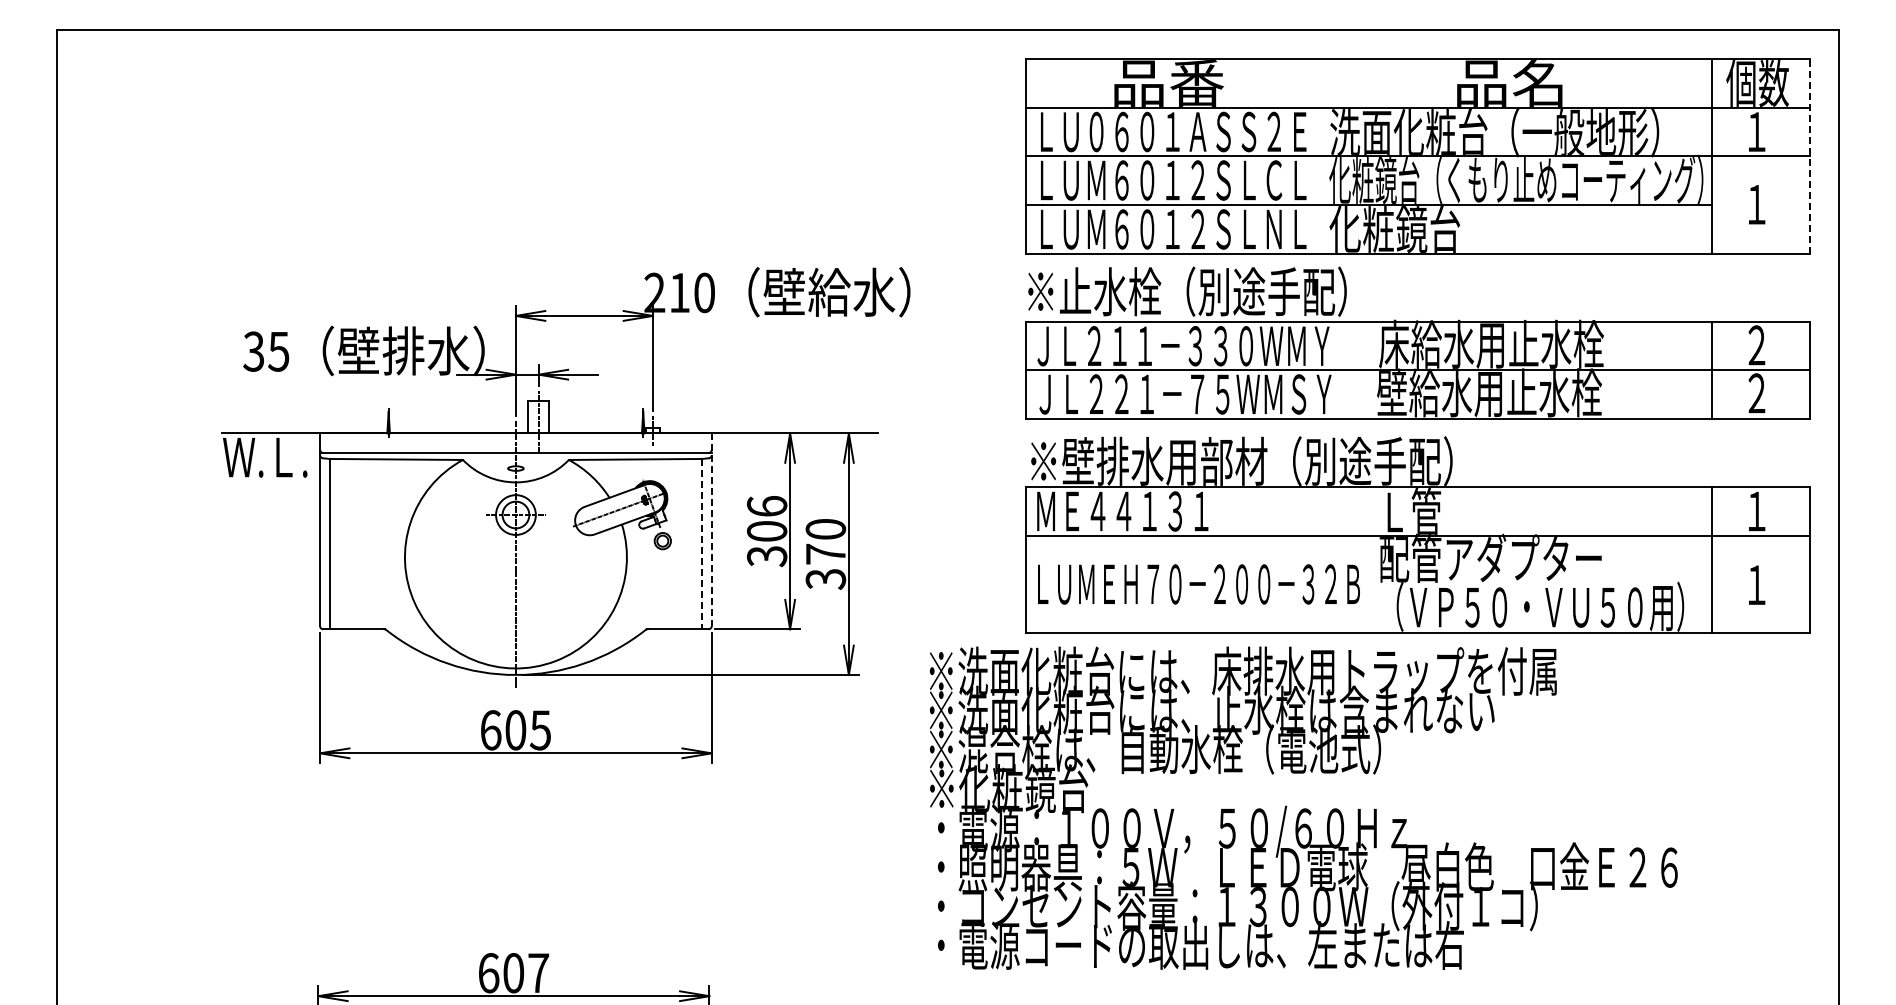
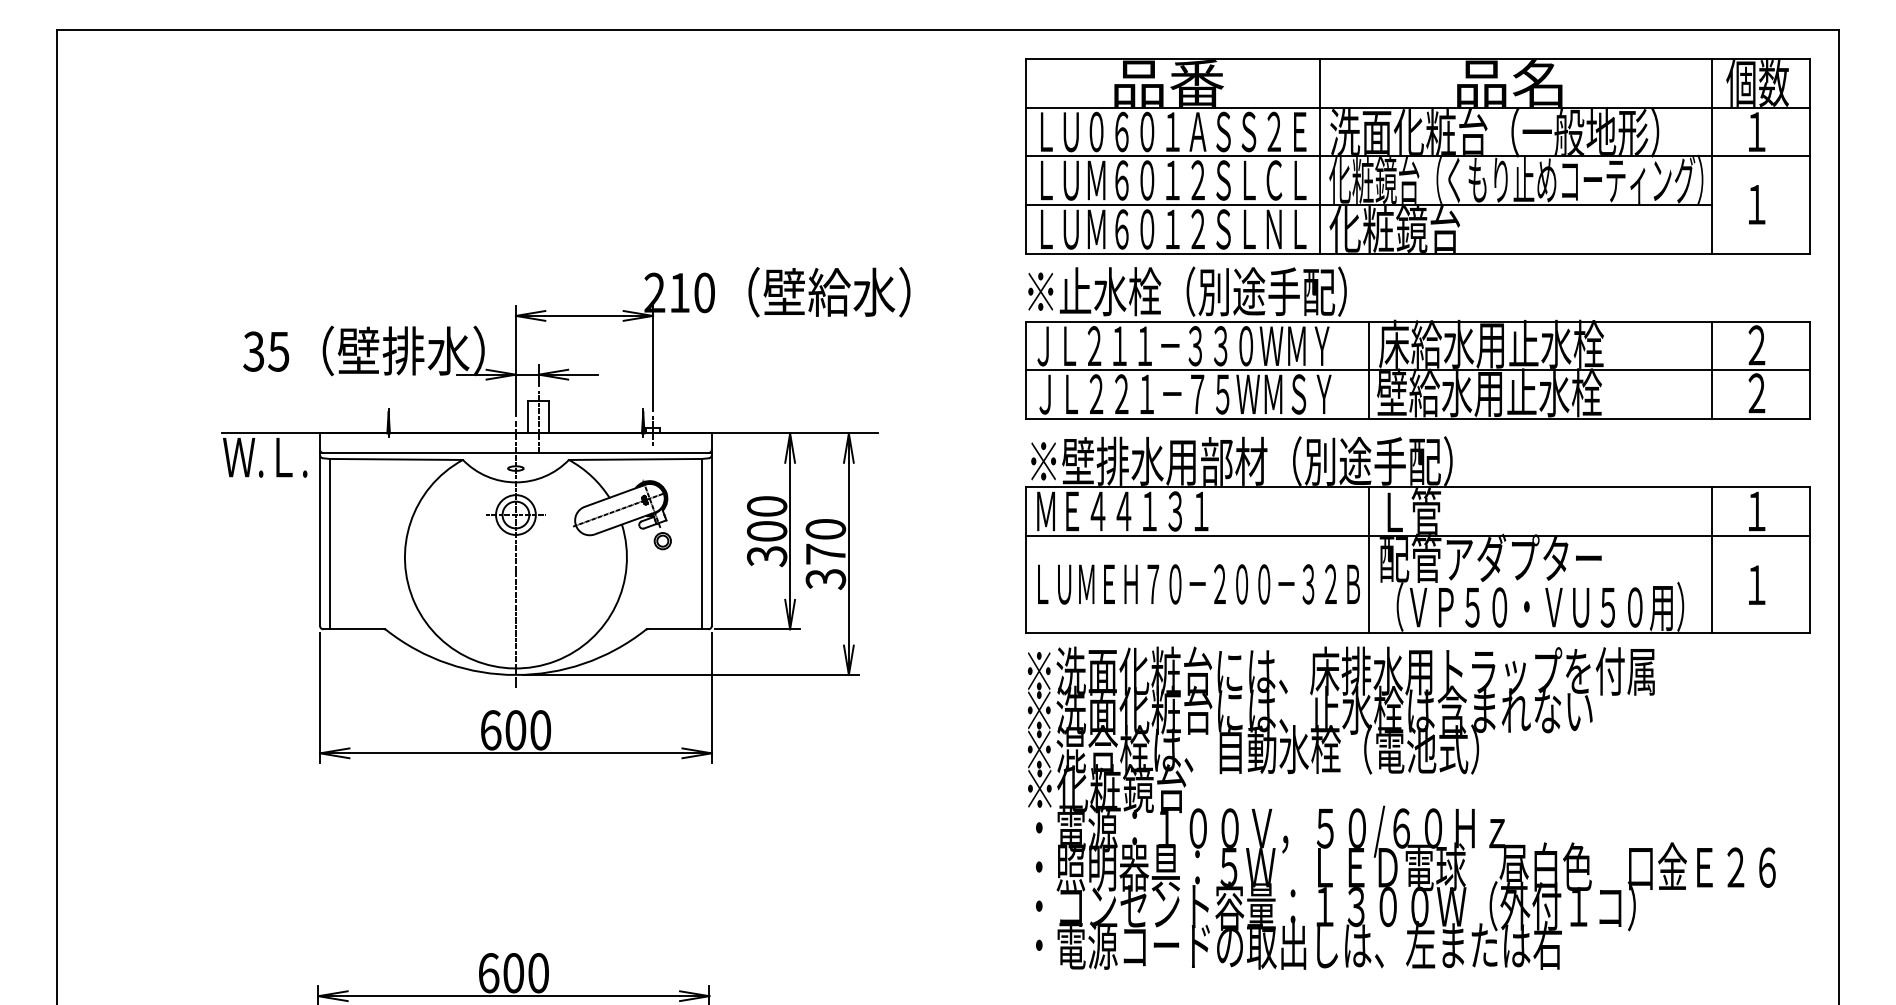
line at (1320, 156): none -> present
line at (1809, 156): dashed -> solid
line at (1369, 369): none -> present
text at (766, 506): 306 -> 300
line at (711, 530): dashed -> solid
line at (702, 544): dashed -> solid
line at (1369, 559): none -> present
text at (540, 730): 605 -> 600
text at (1303, 807) position: (1303, 807) -> (1401, 807)
text at (538, 973): 607 -> 600
